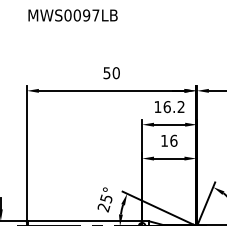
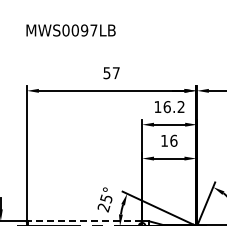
text at (72, 15) position: (72, 15) -> (70, 30)
text at (115, 73): 50 -> 57
line at (84, 221): solid -> dashed
